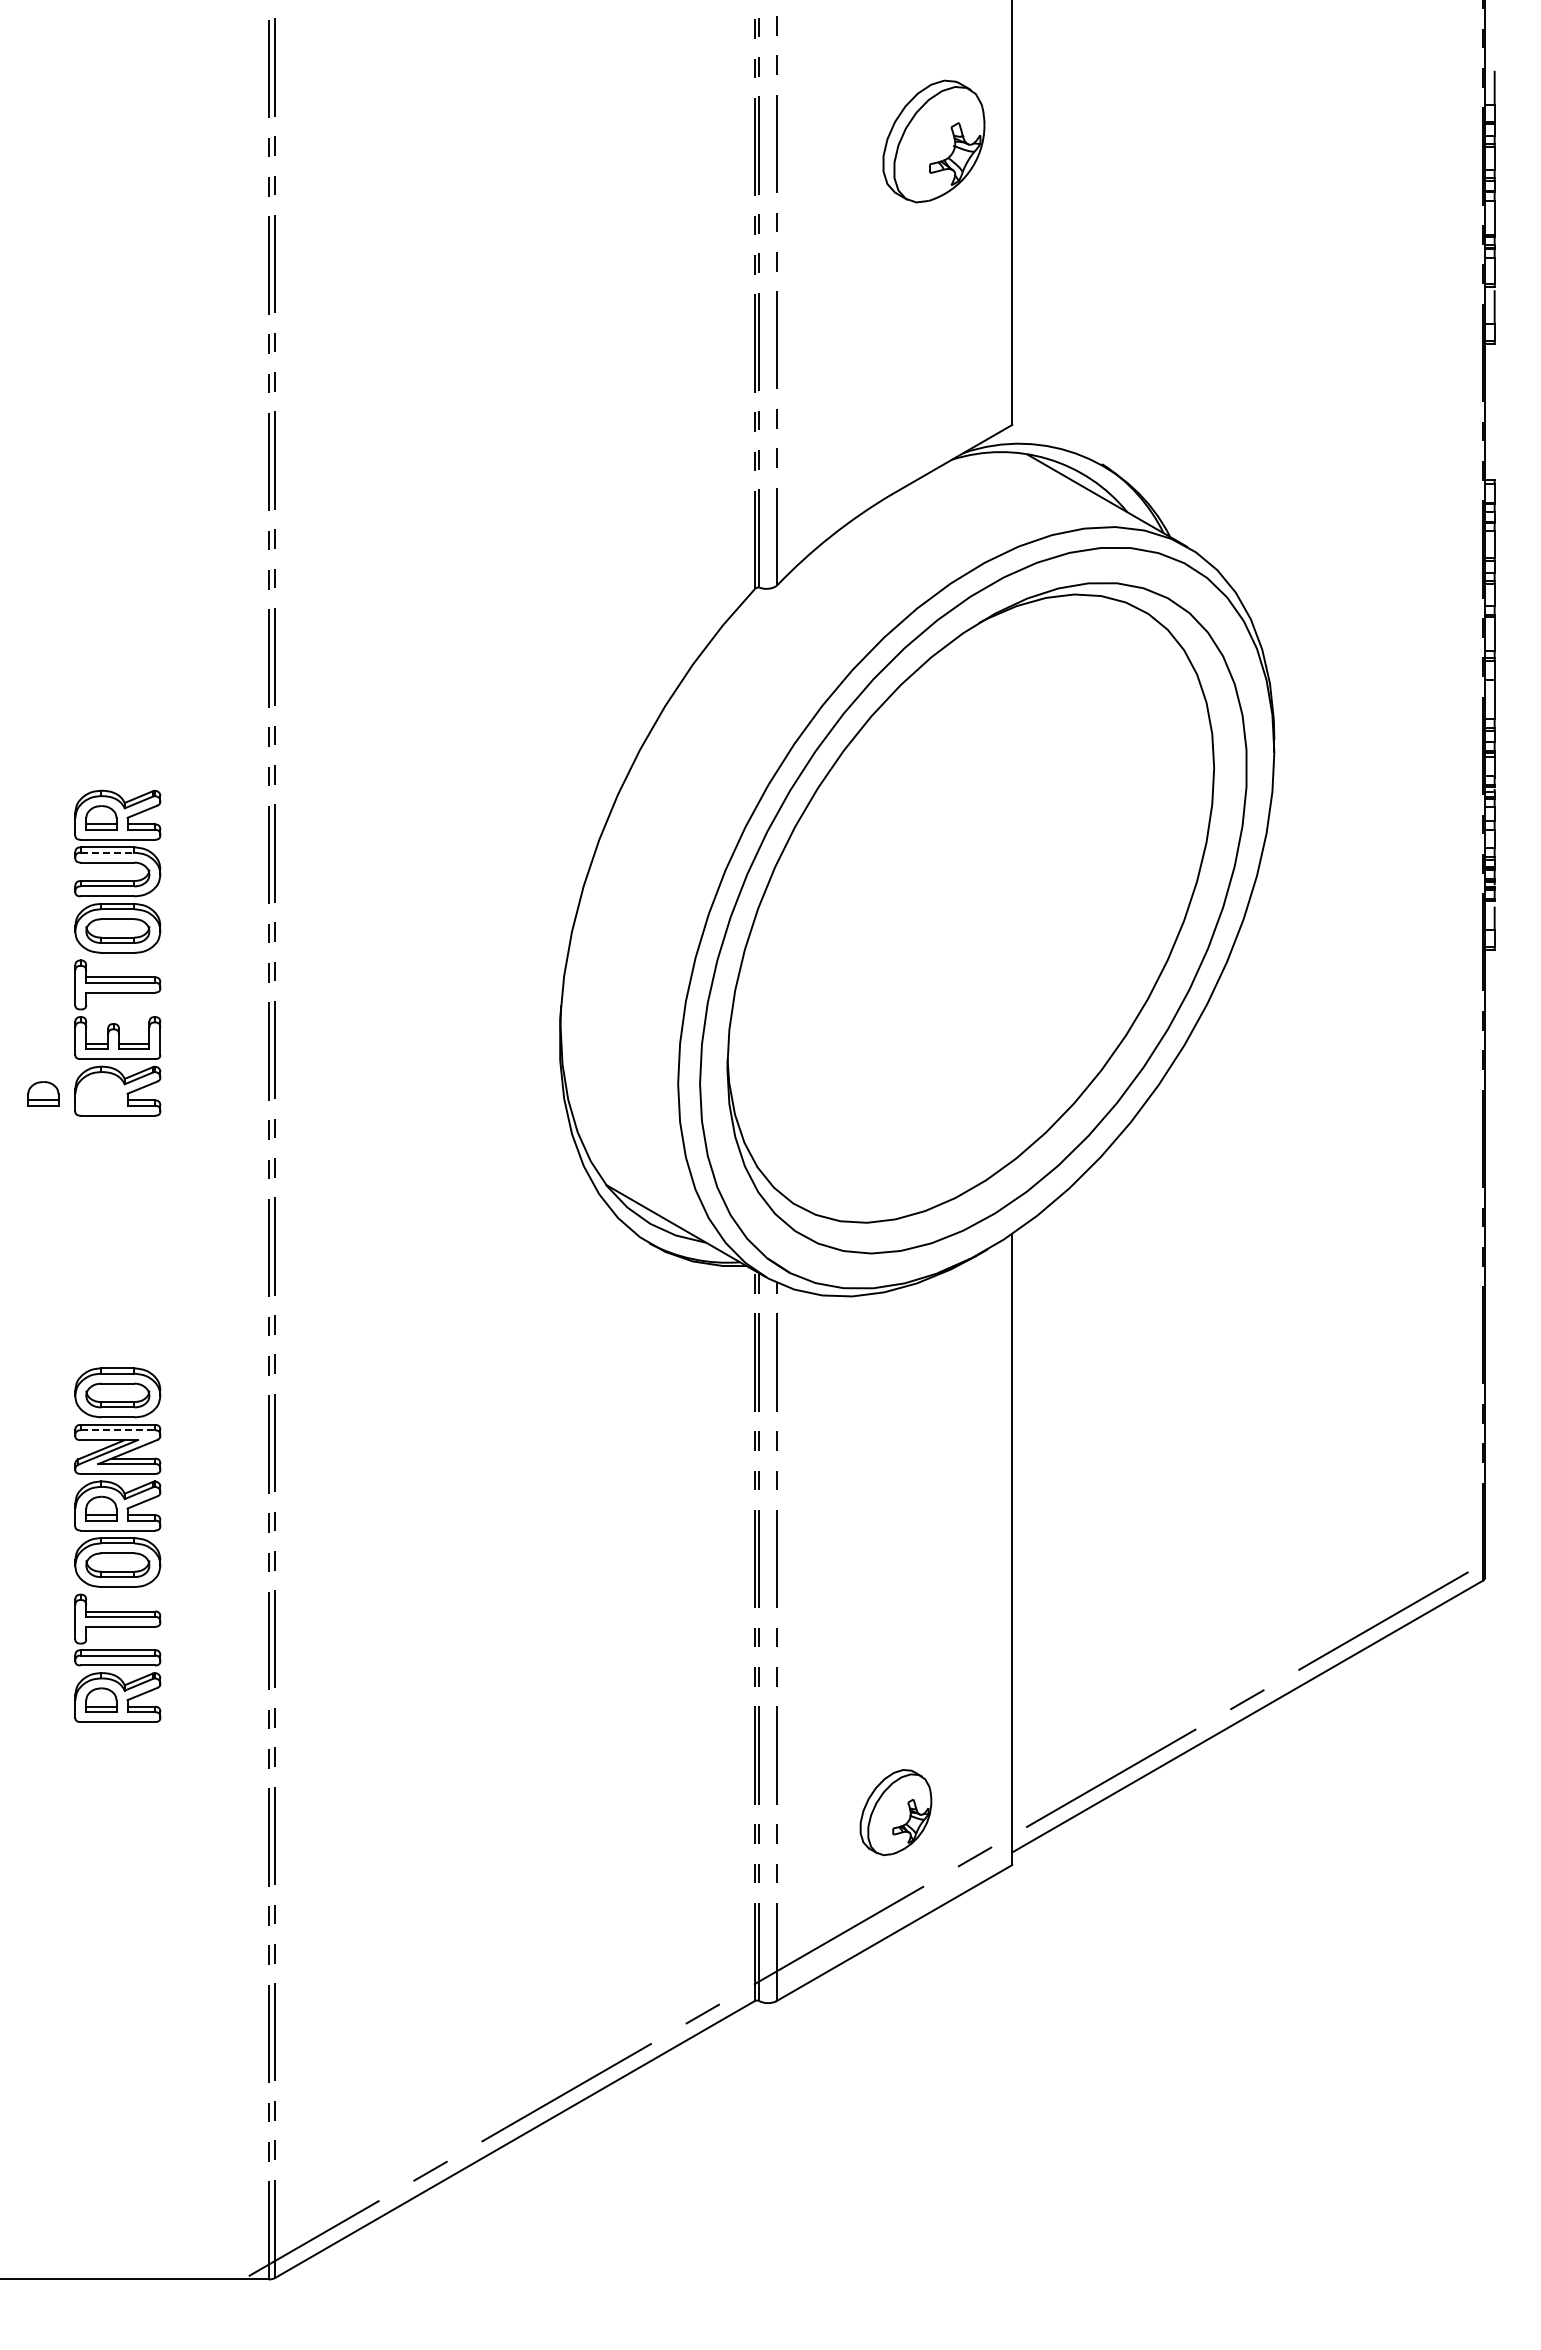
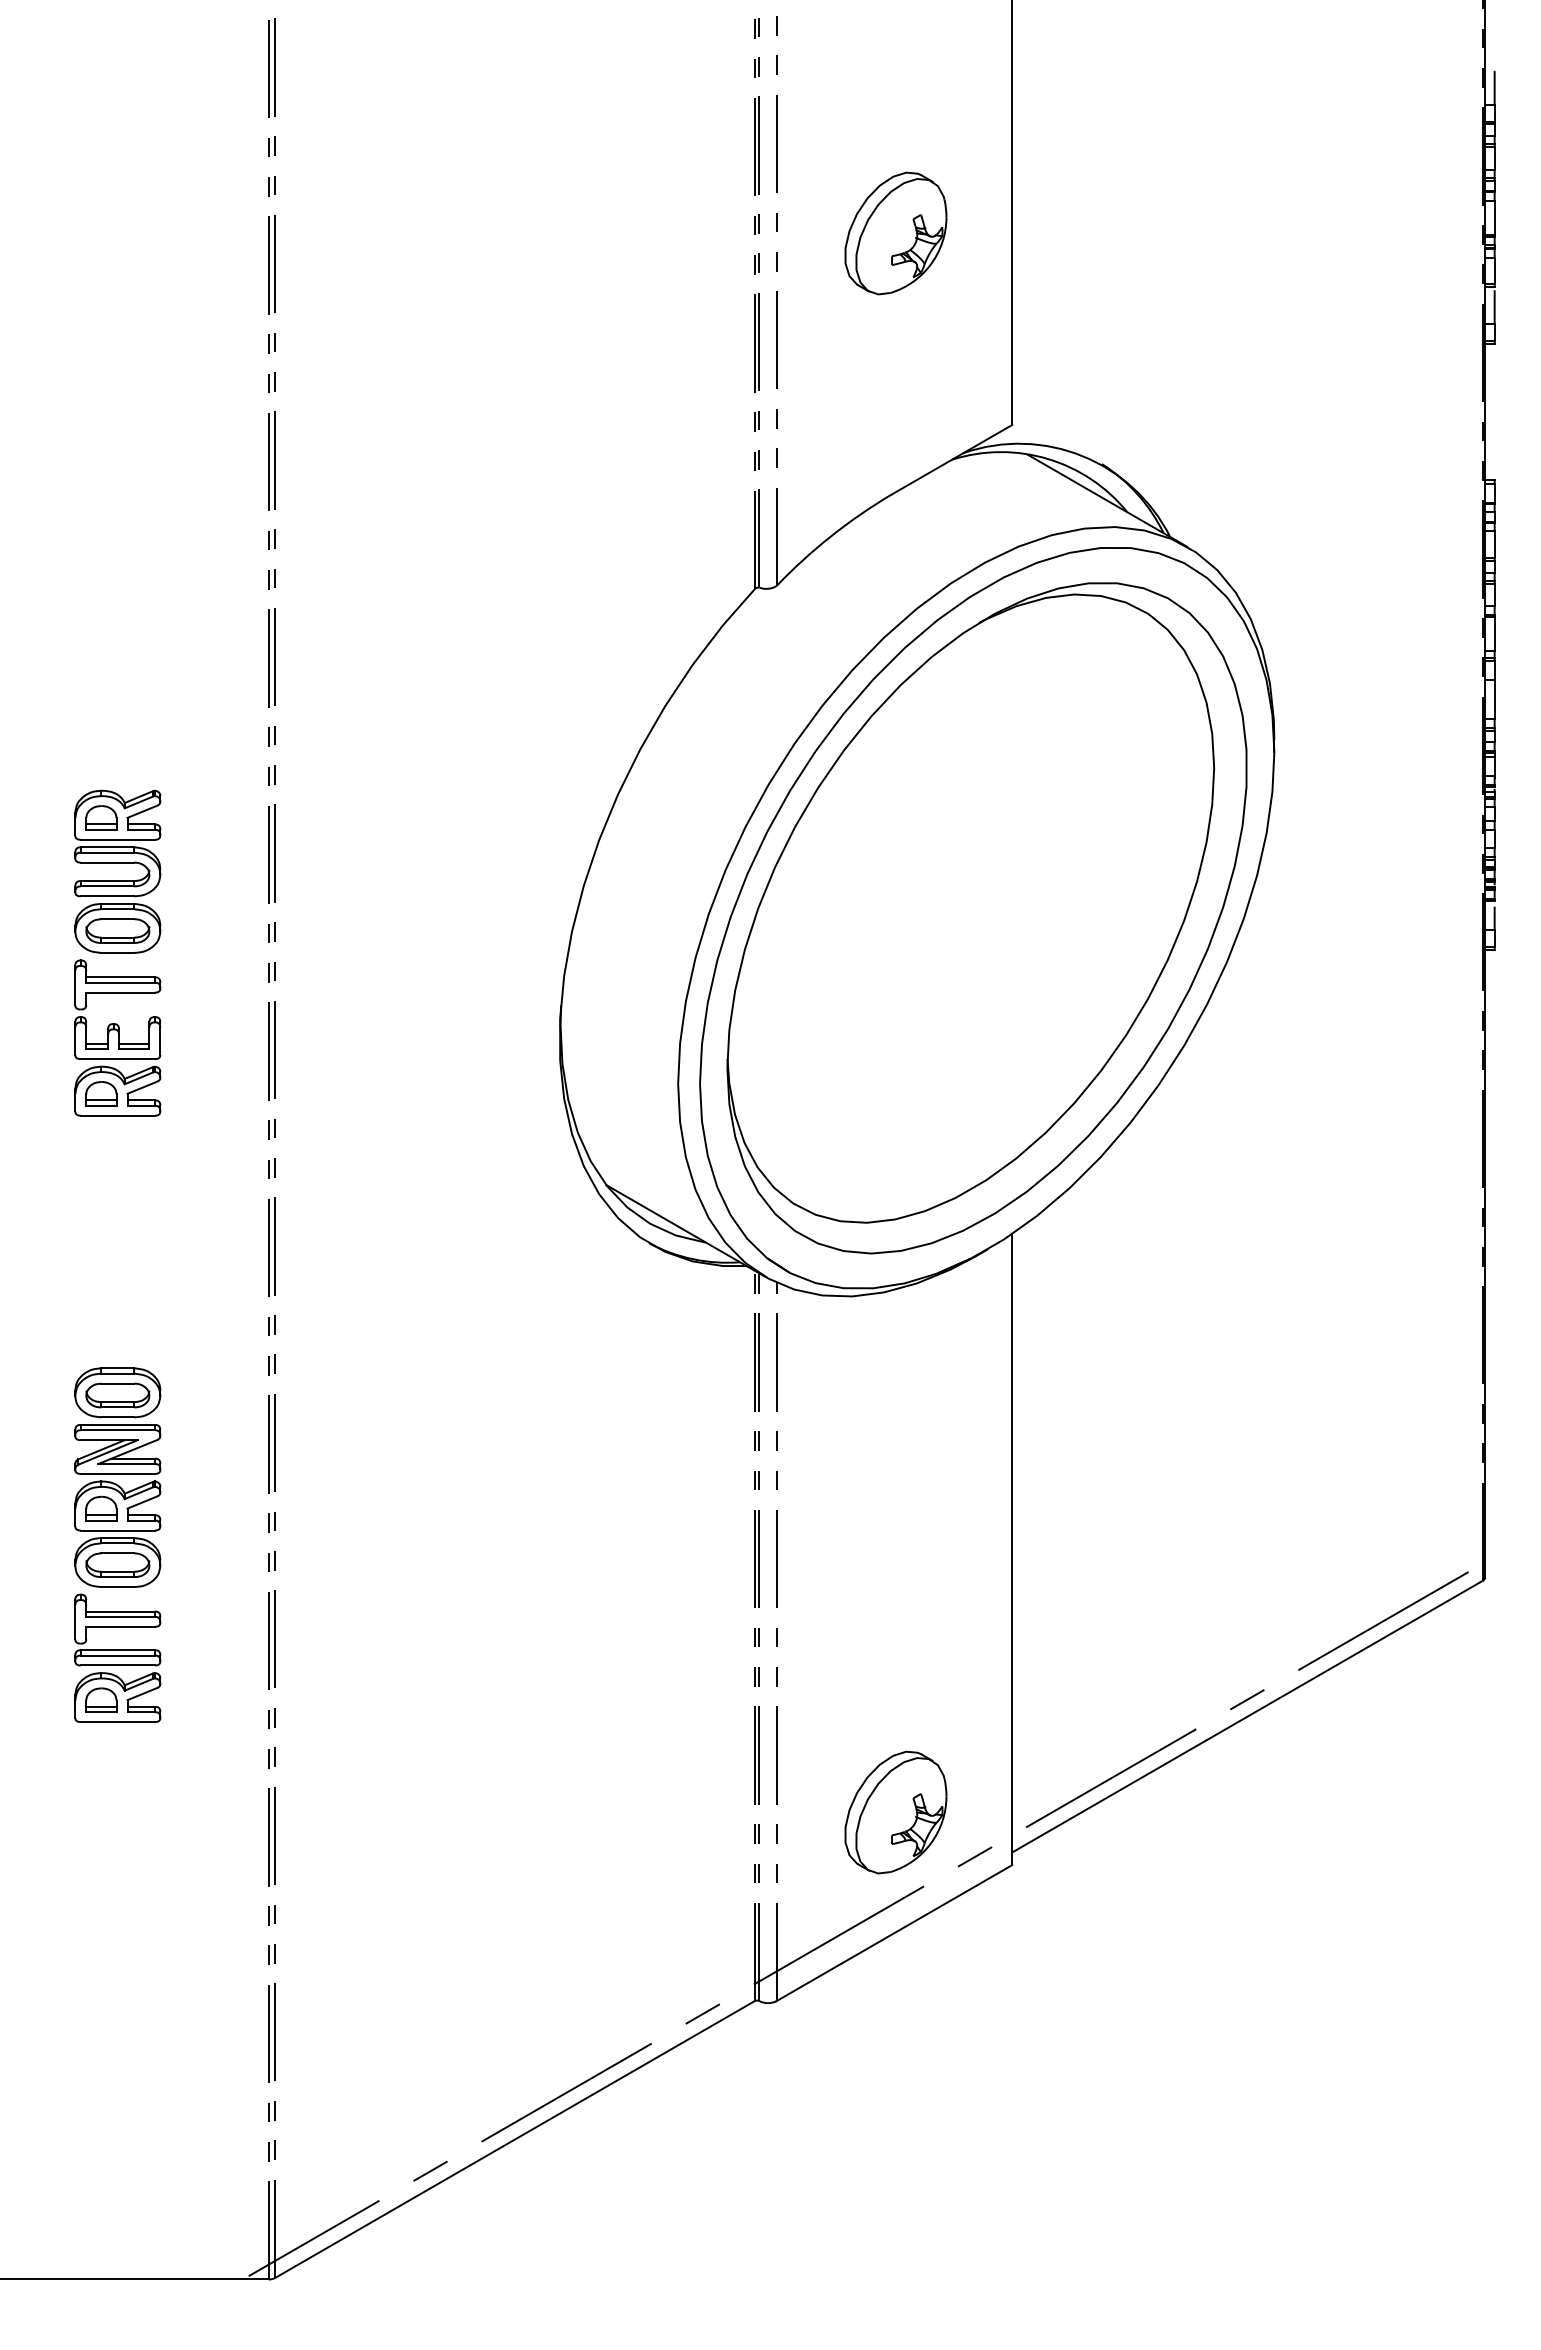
part at (933, 141) position: (933, 141) -> (895, 233)
line at (107, 852): dashed -> solid
part at (43, 1093) position: (43, 1093) -> (101, 1093)
line at (118, 1430): dashed -> solid
part at (895, 1812) size: 74x88 px -> 104x125 px
